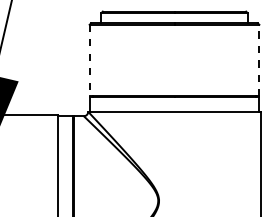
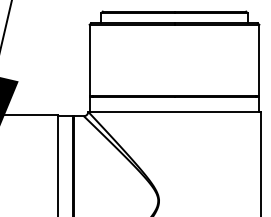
line at (89, 60): dashed -> solid
line at (259, 60): dashed -> solid
